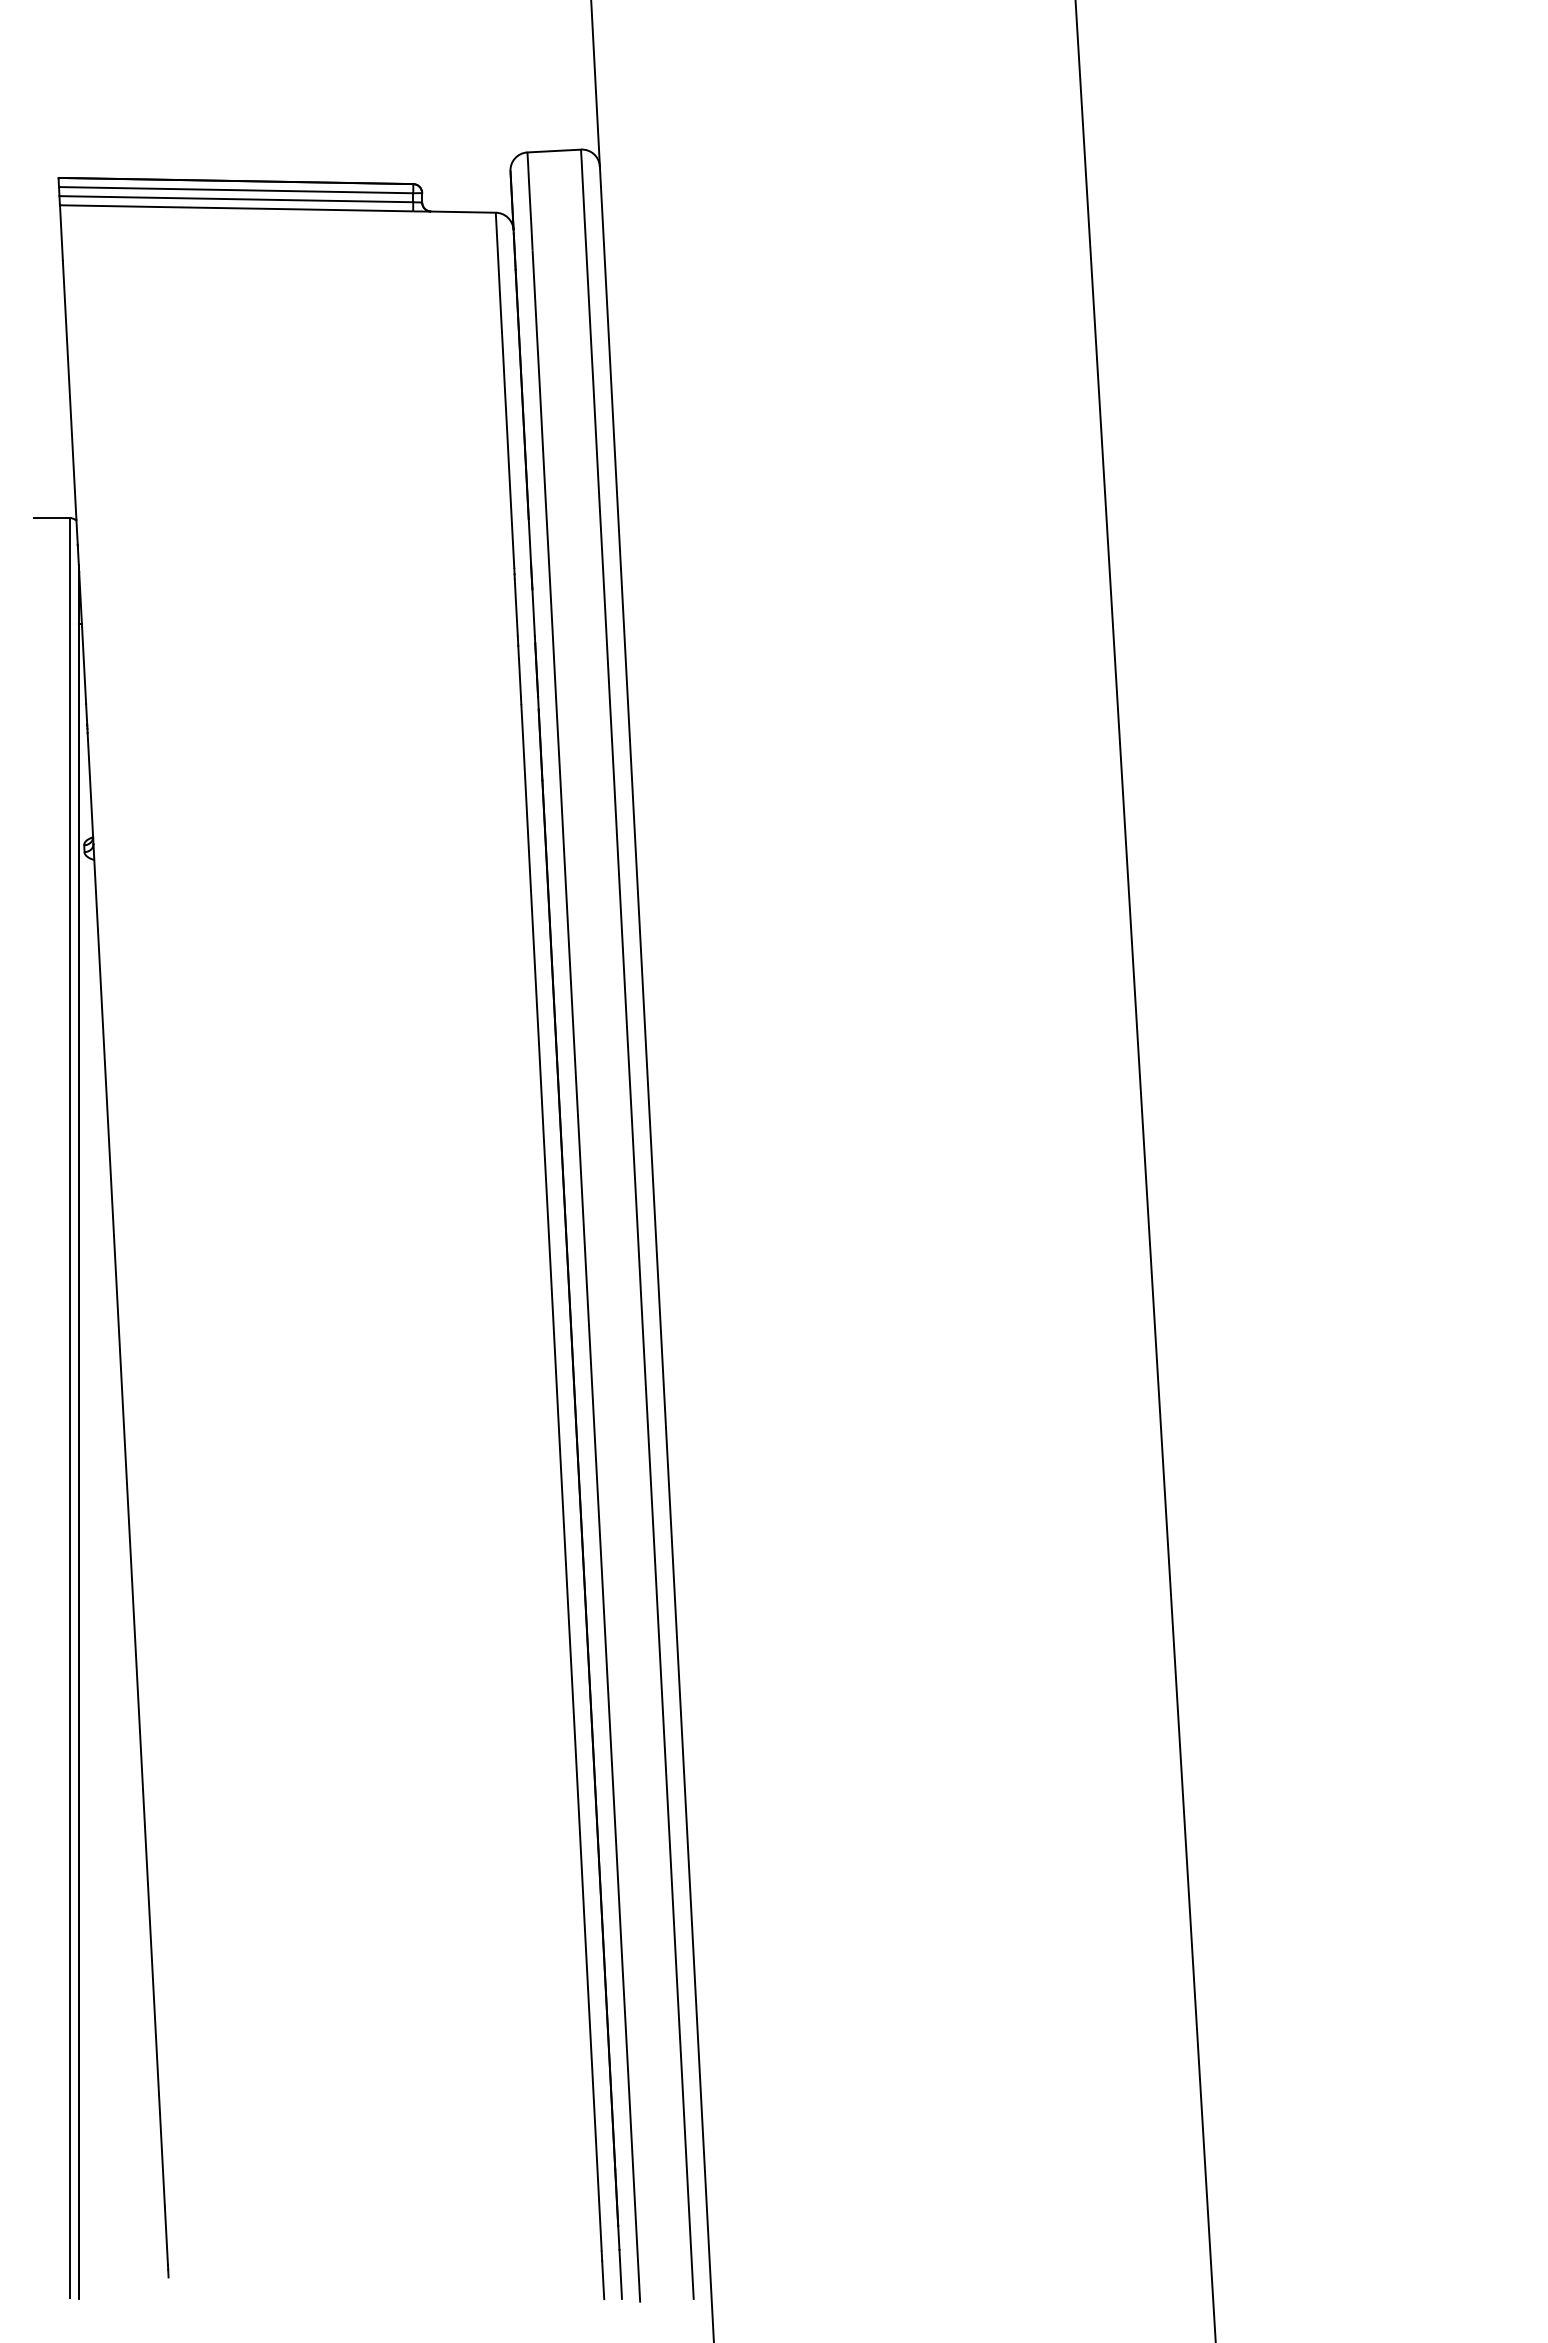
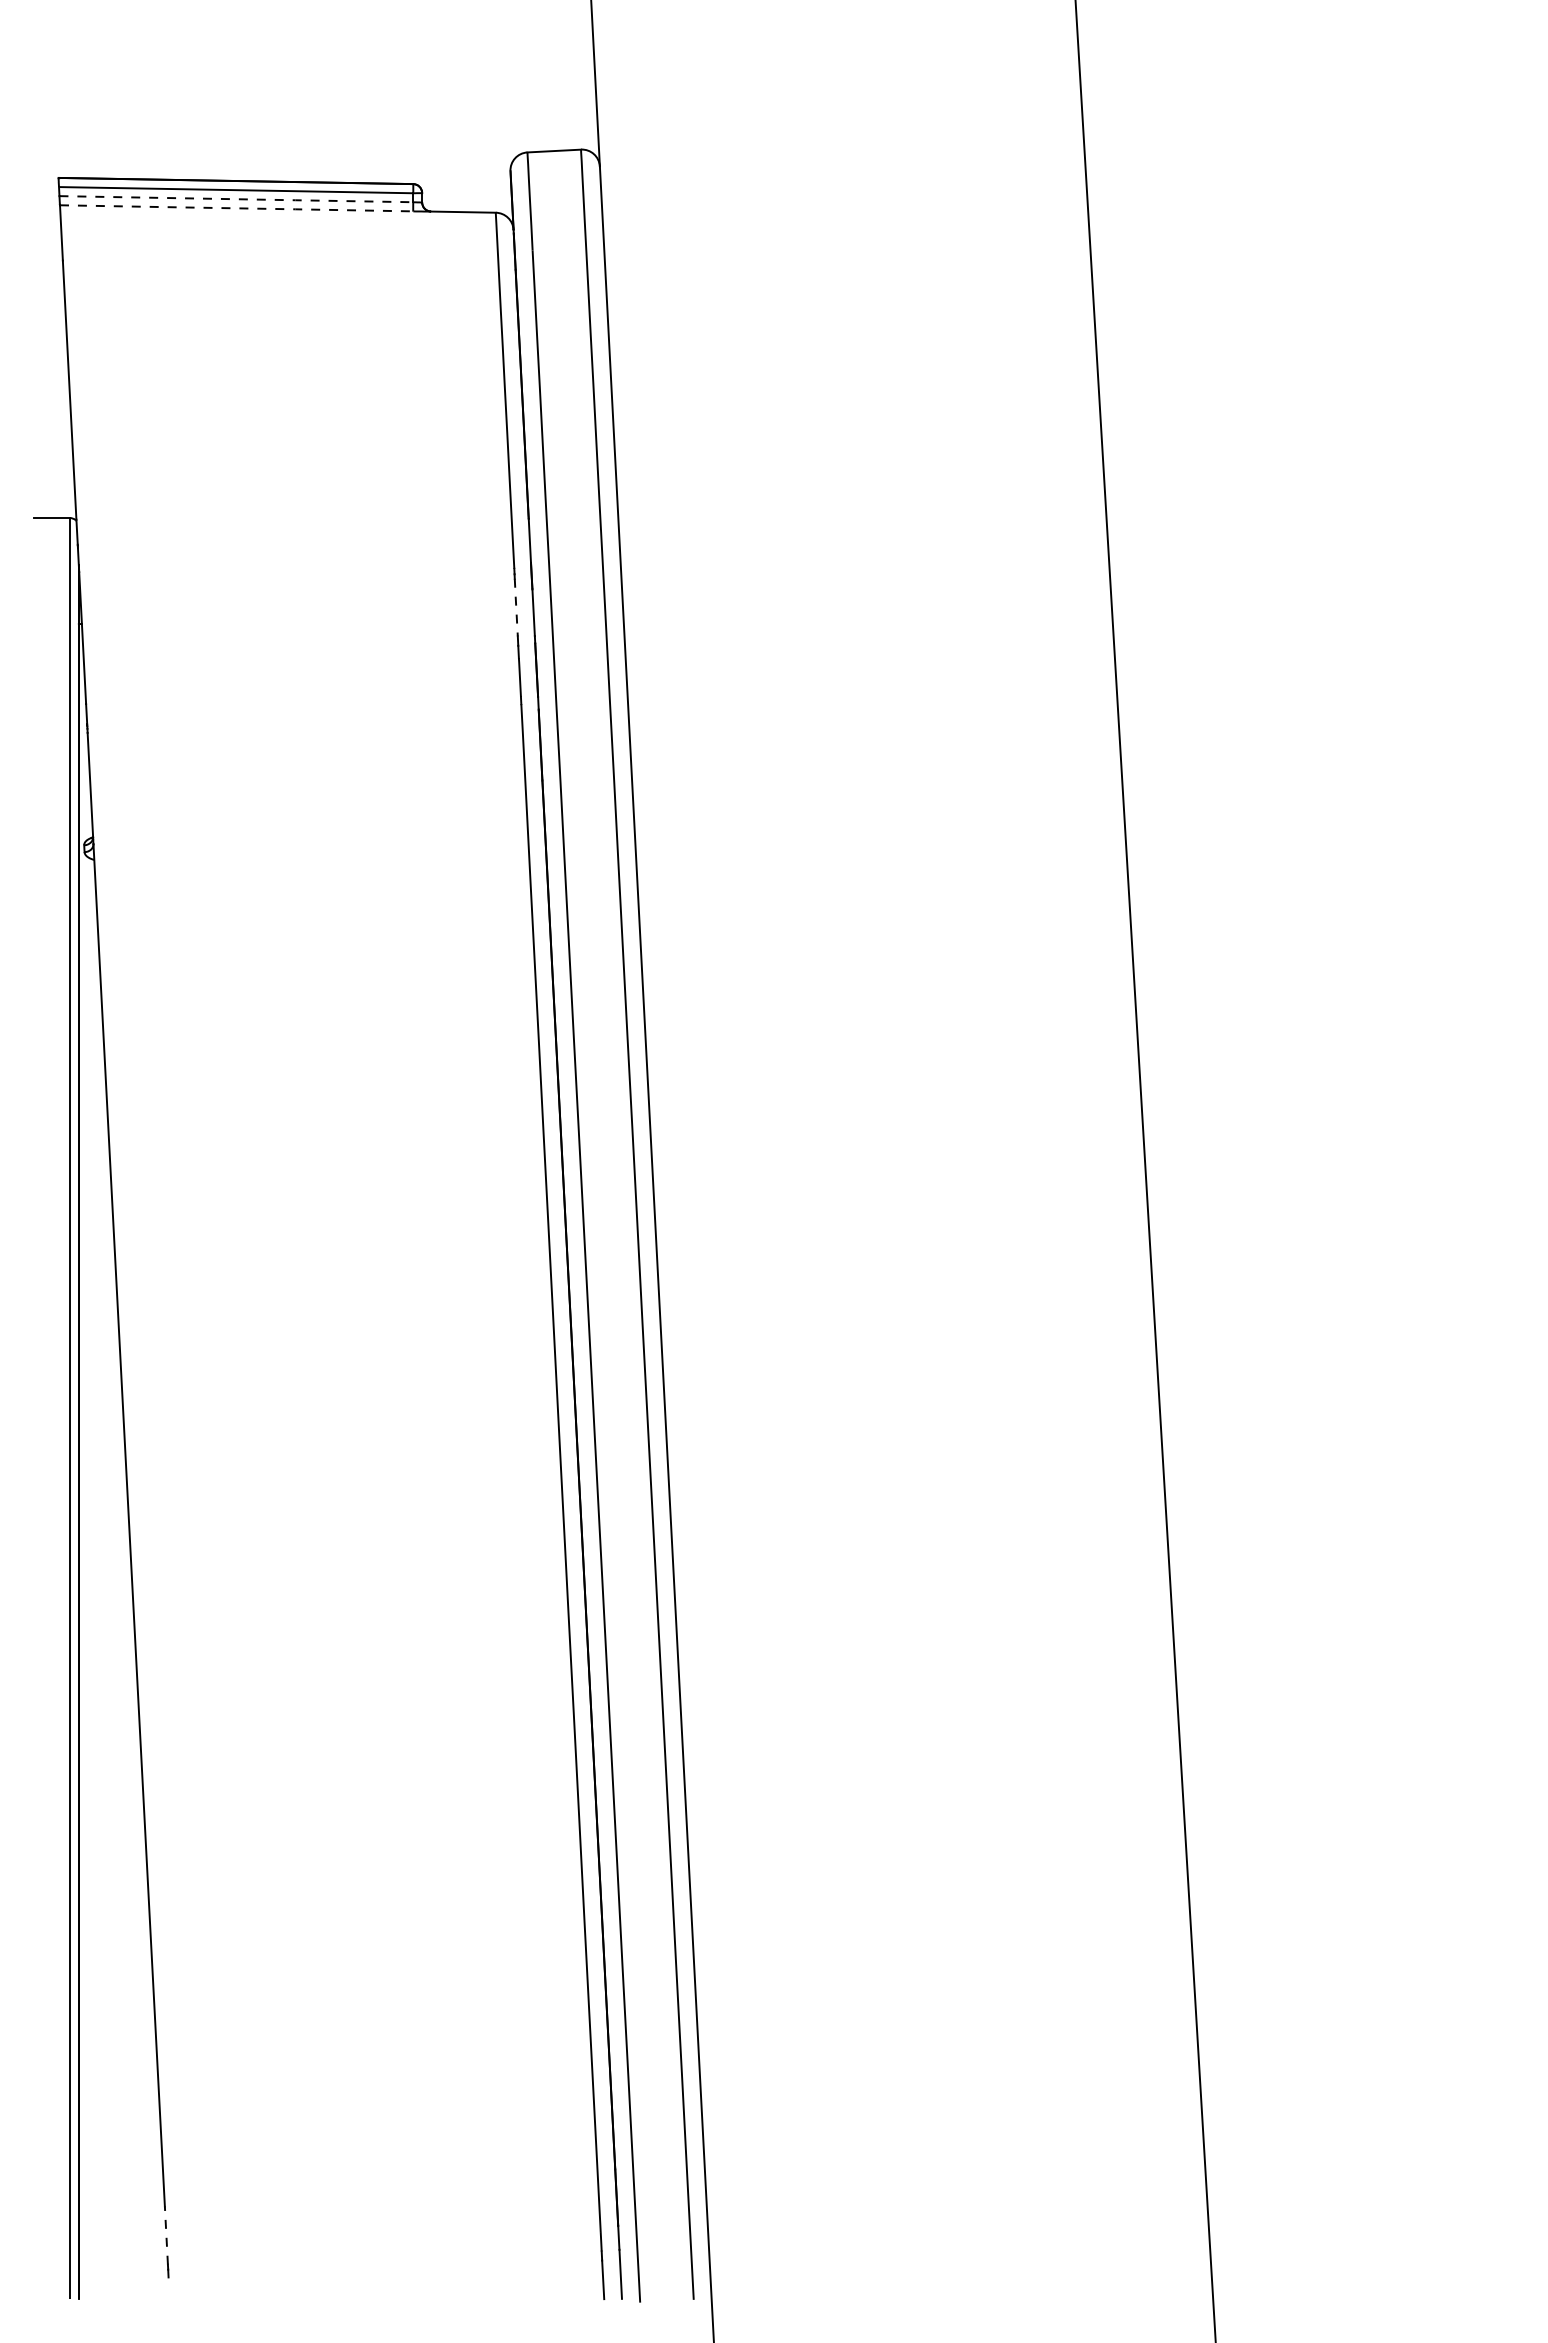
line at (236, 199): solid -> dashed
line at (236, 208): solid -> dashed
line at (516, 606): solid -> dashed
line at (166, 2235): solid -> dashed
